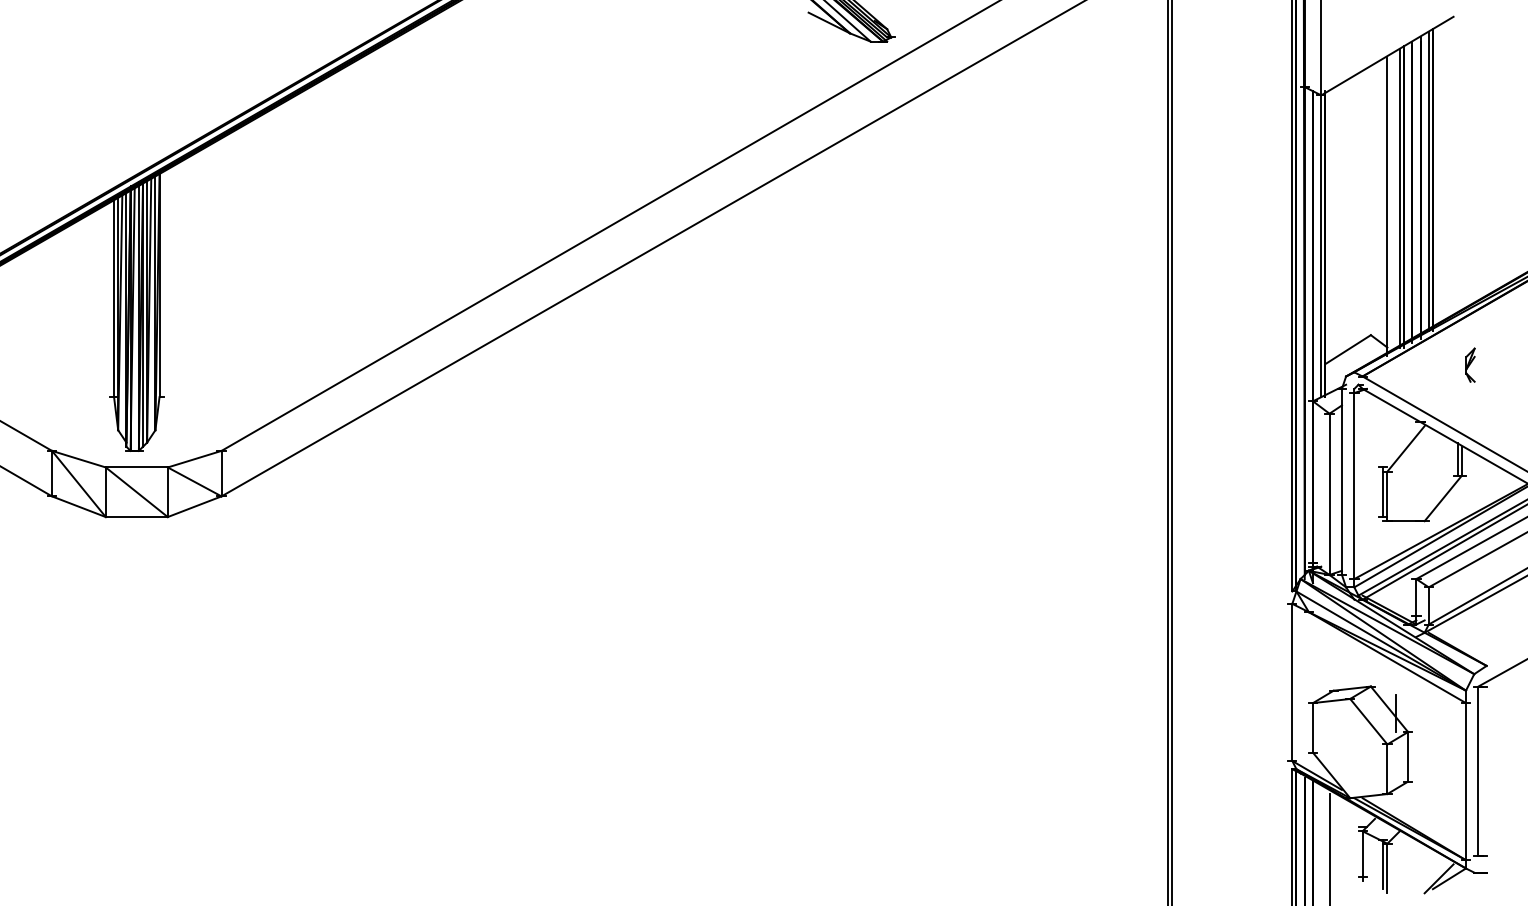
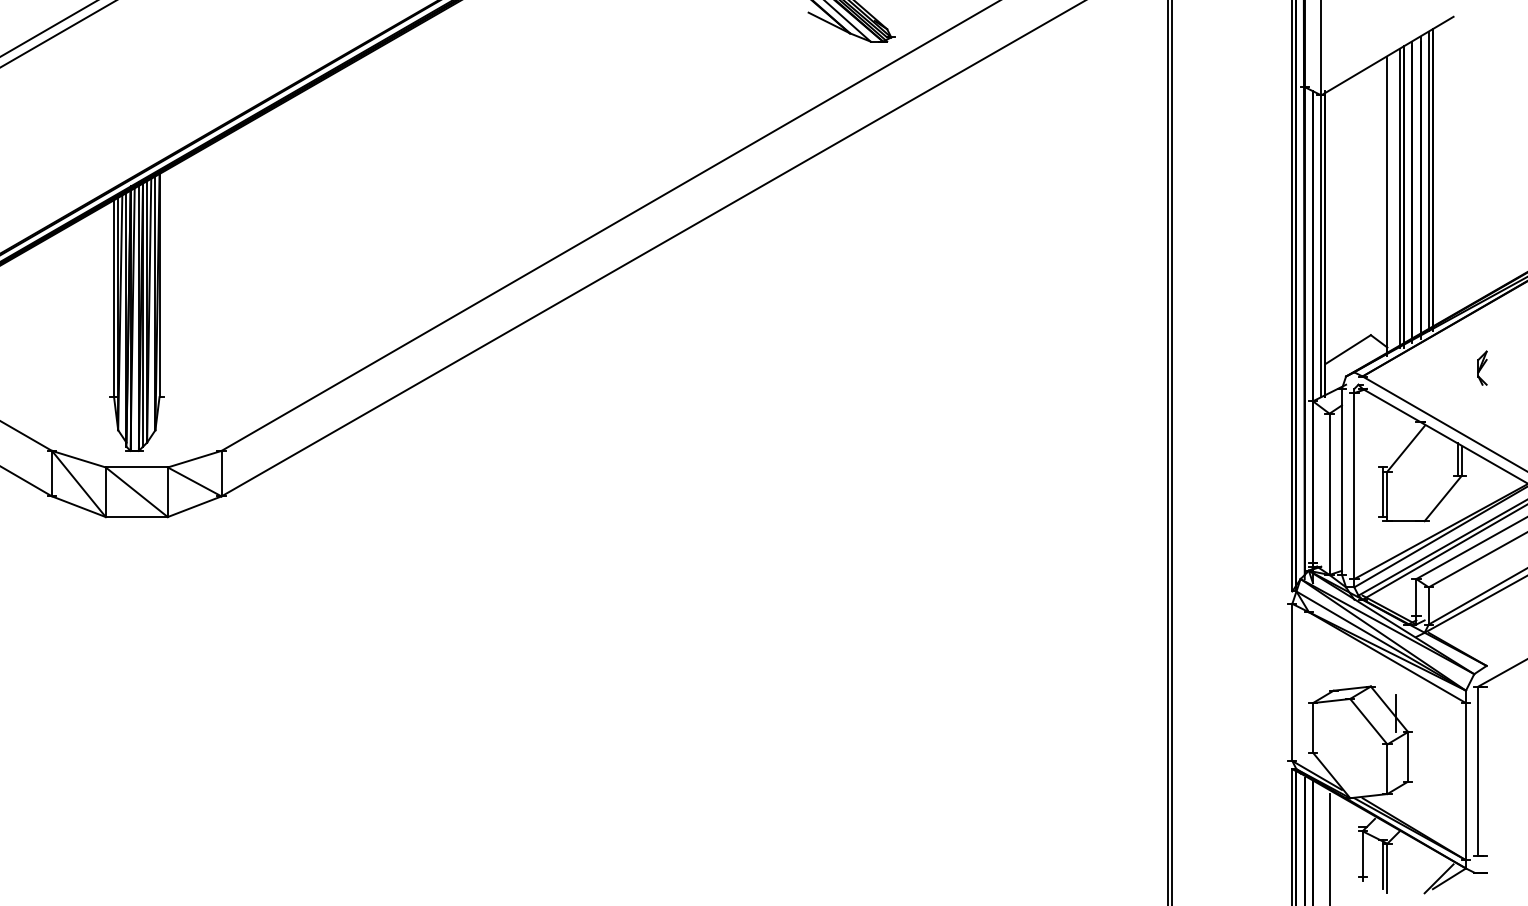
line at (48, 28): none -> present
line at (57, 34): none -> present
part at (1470, 364) position: (1470, 364) -> (1482, 367)
